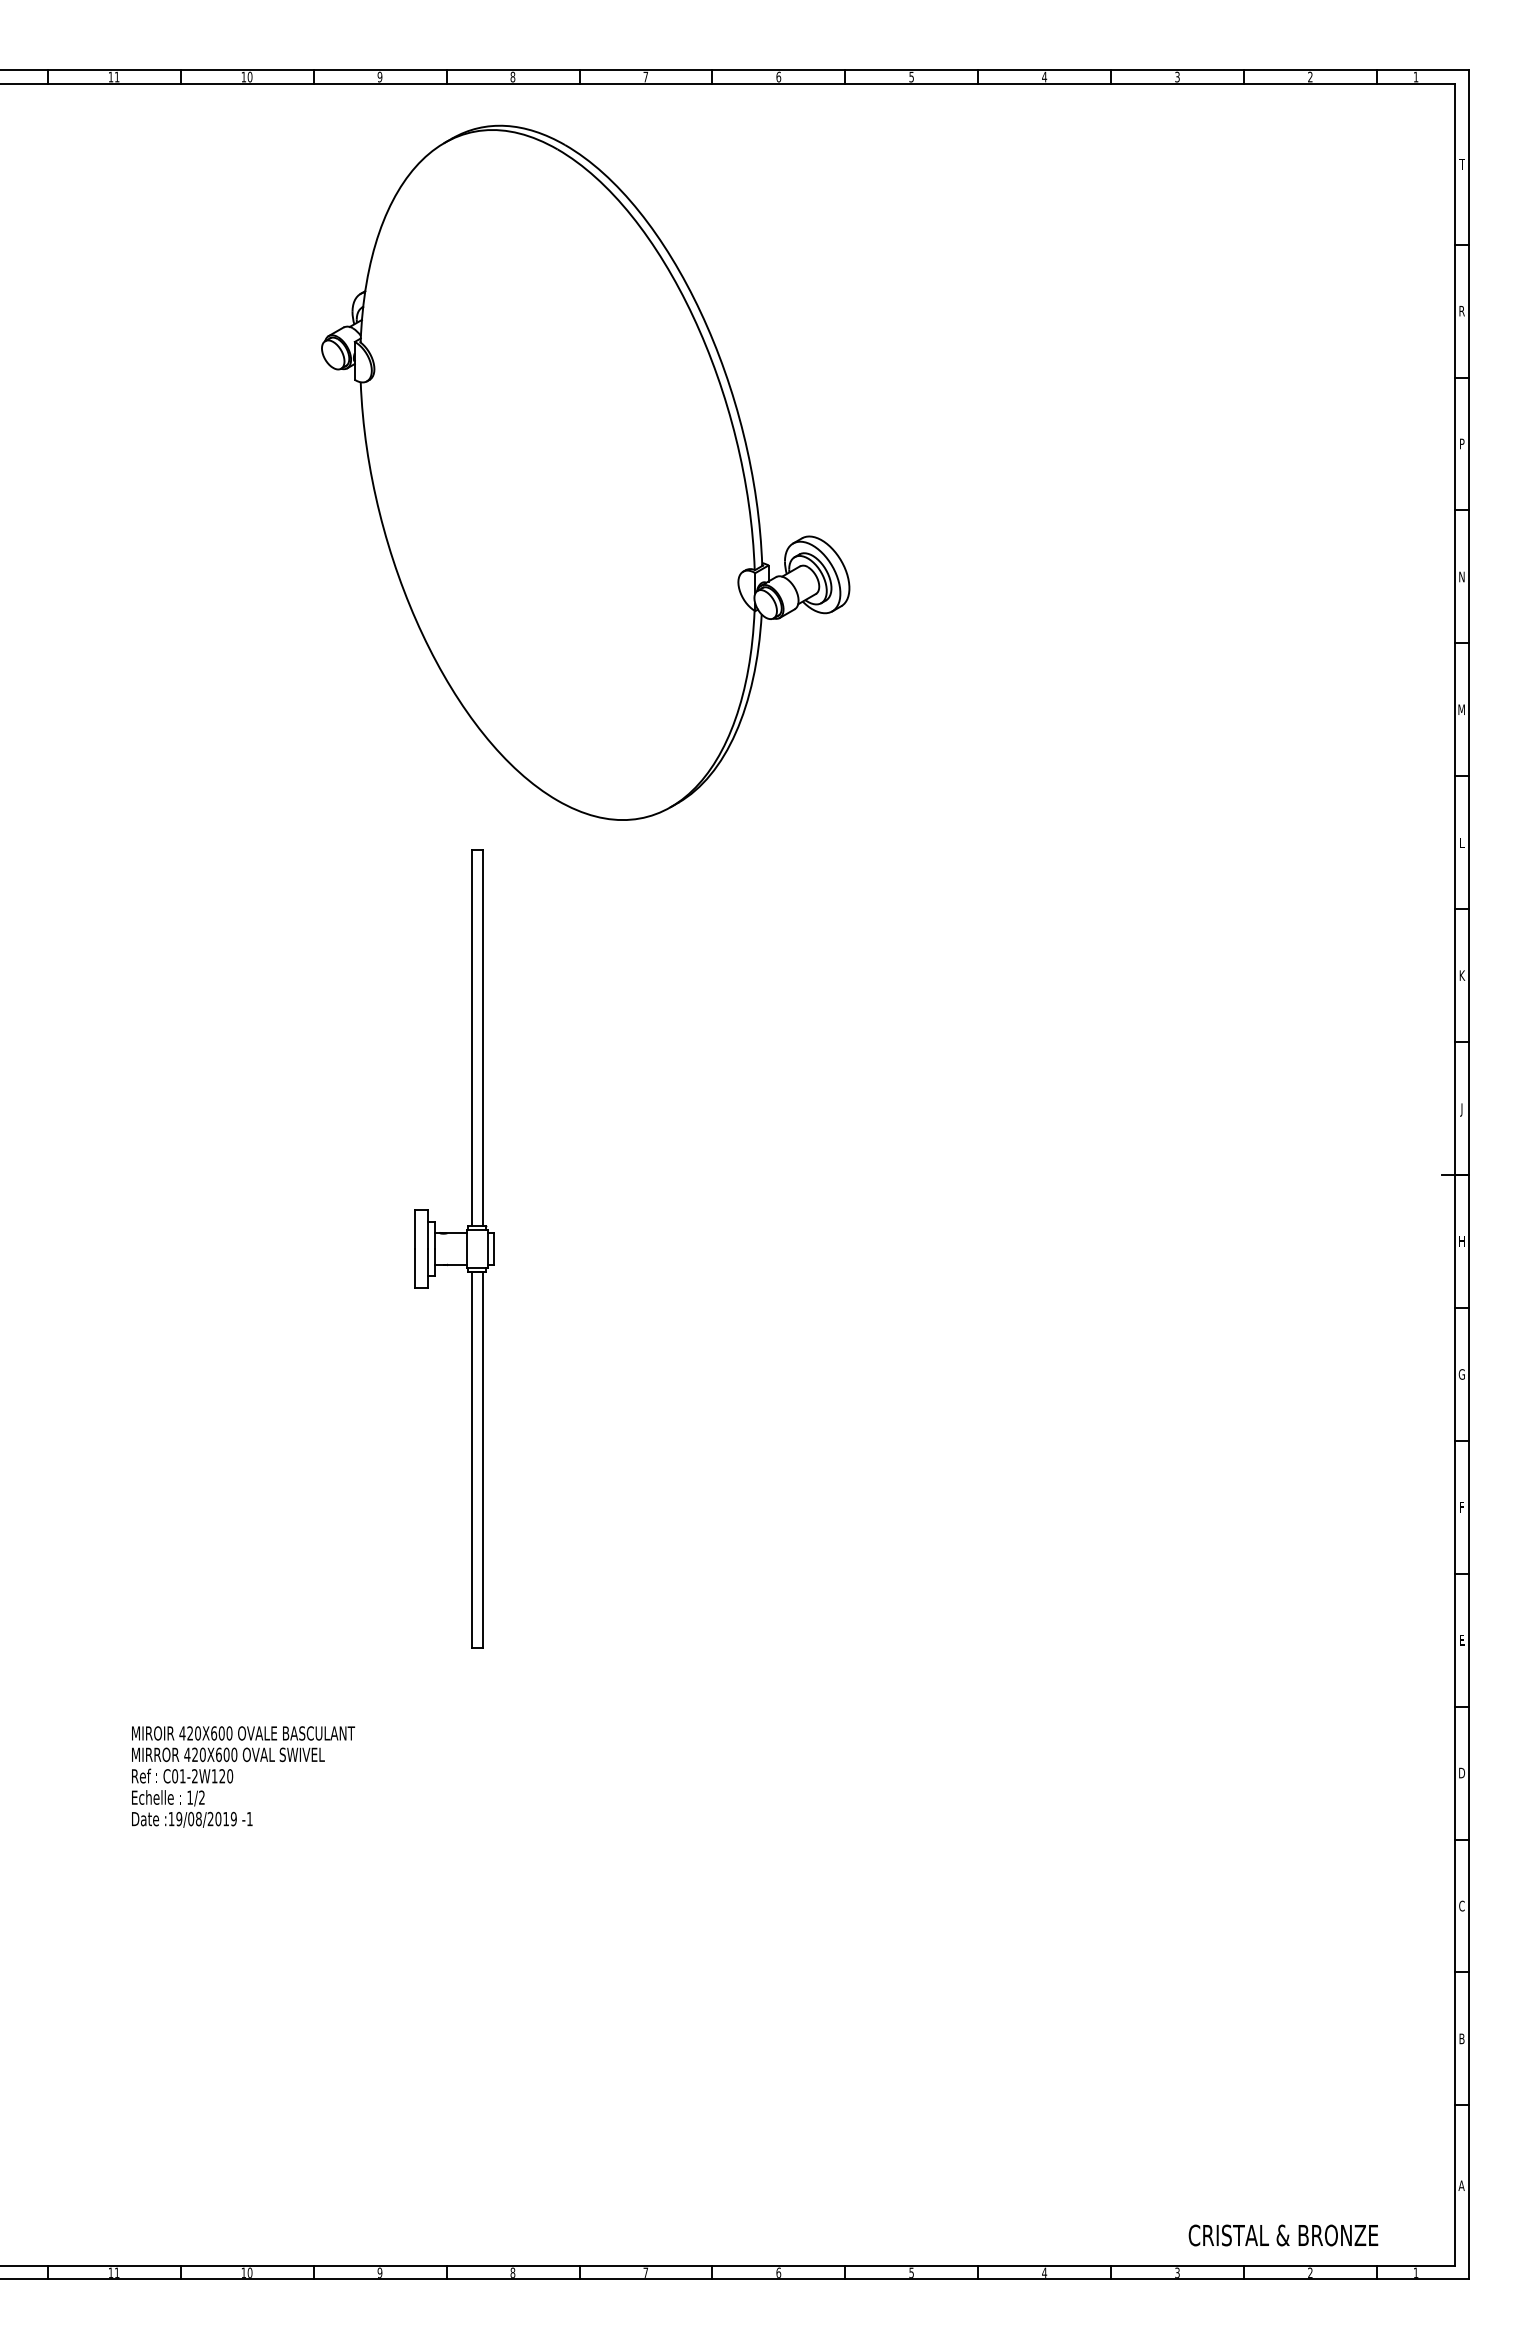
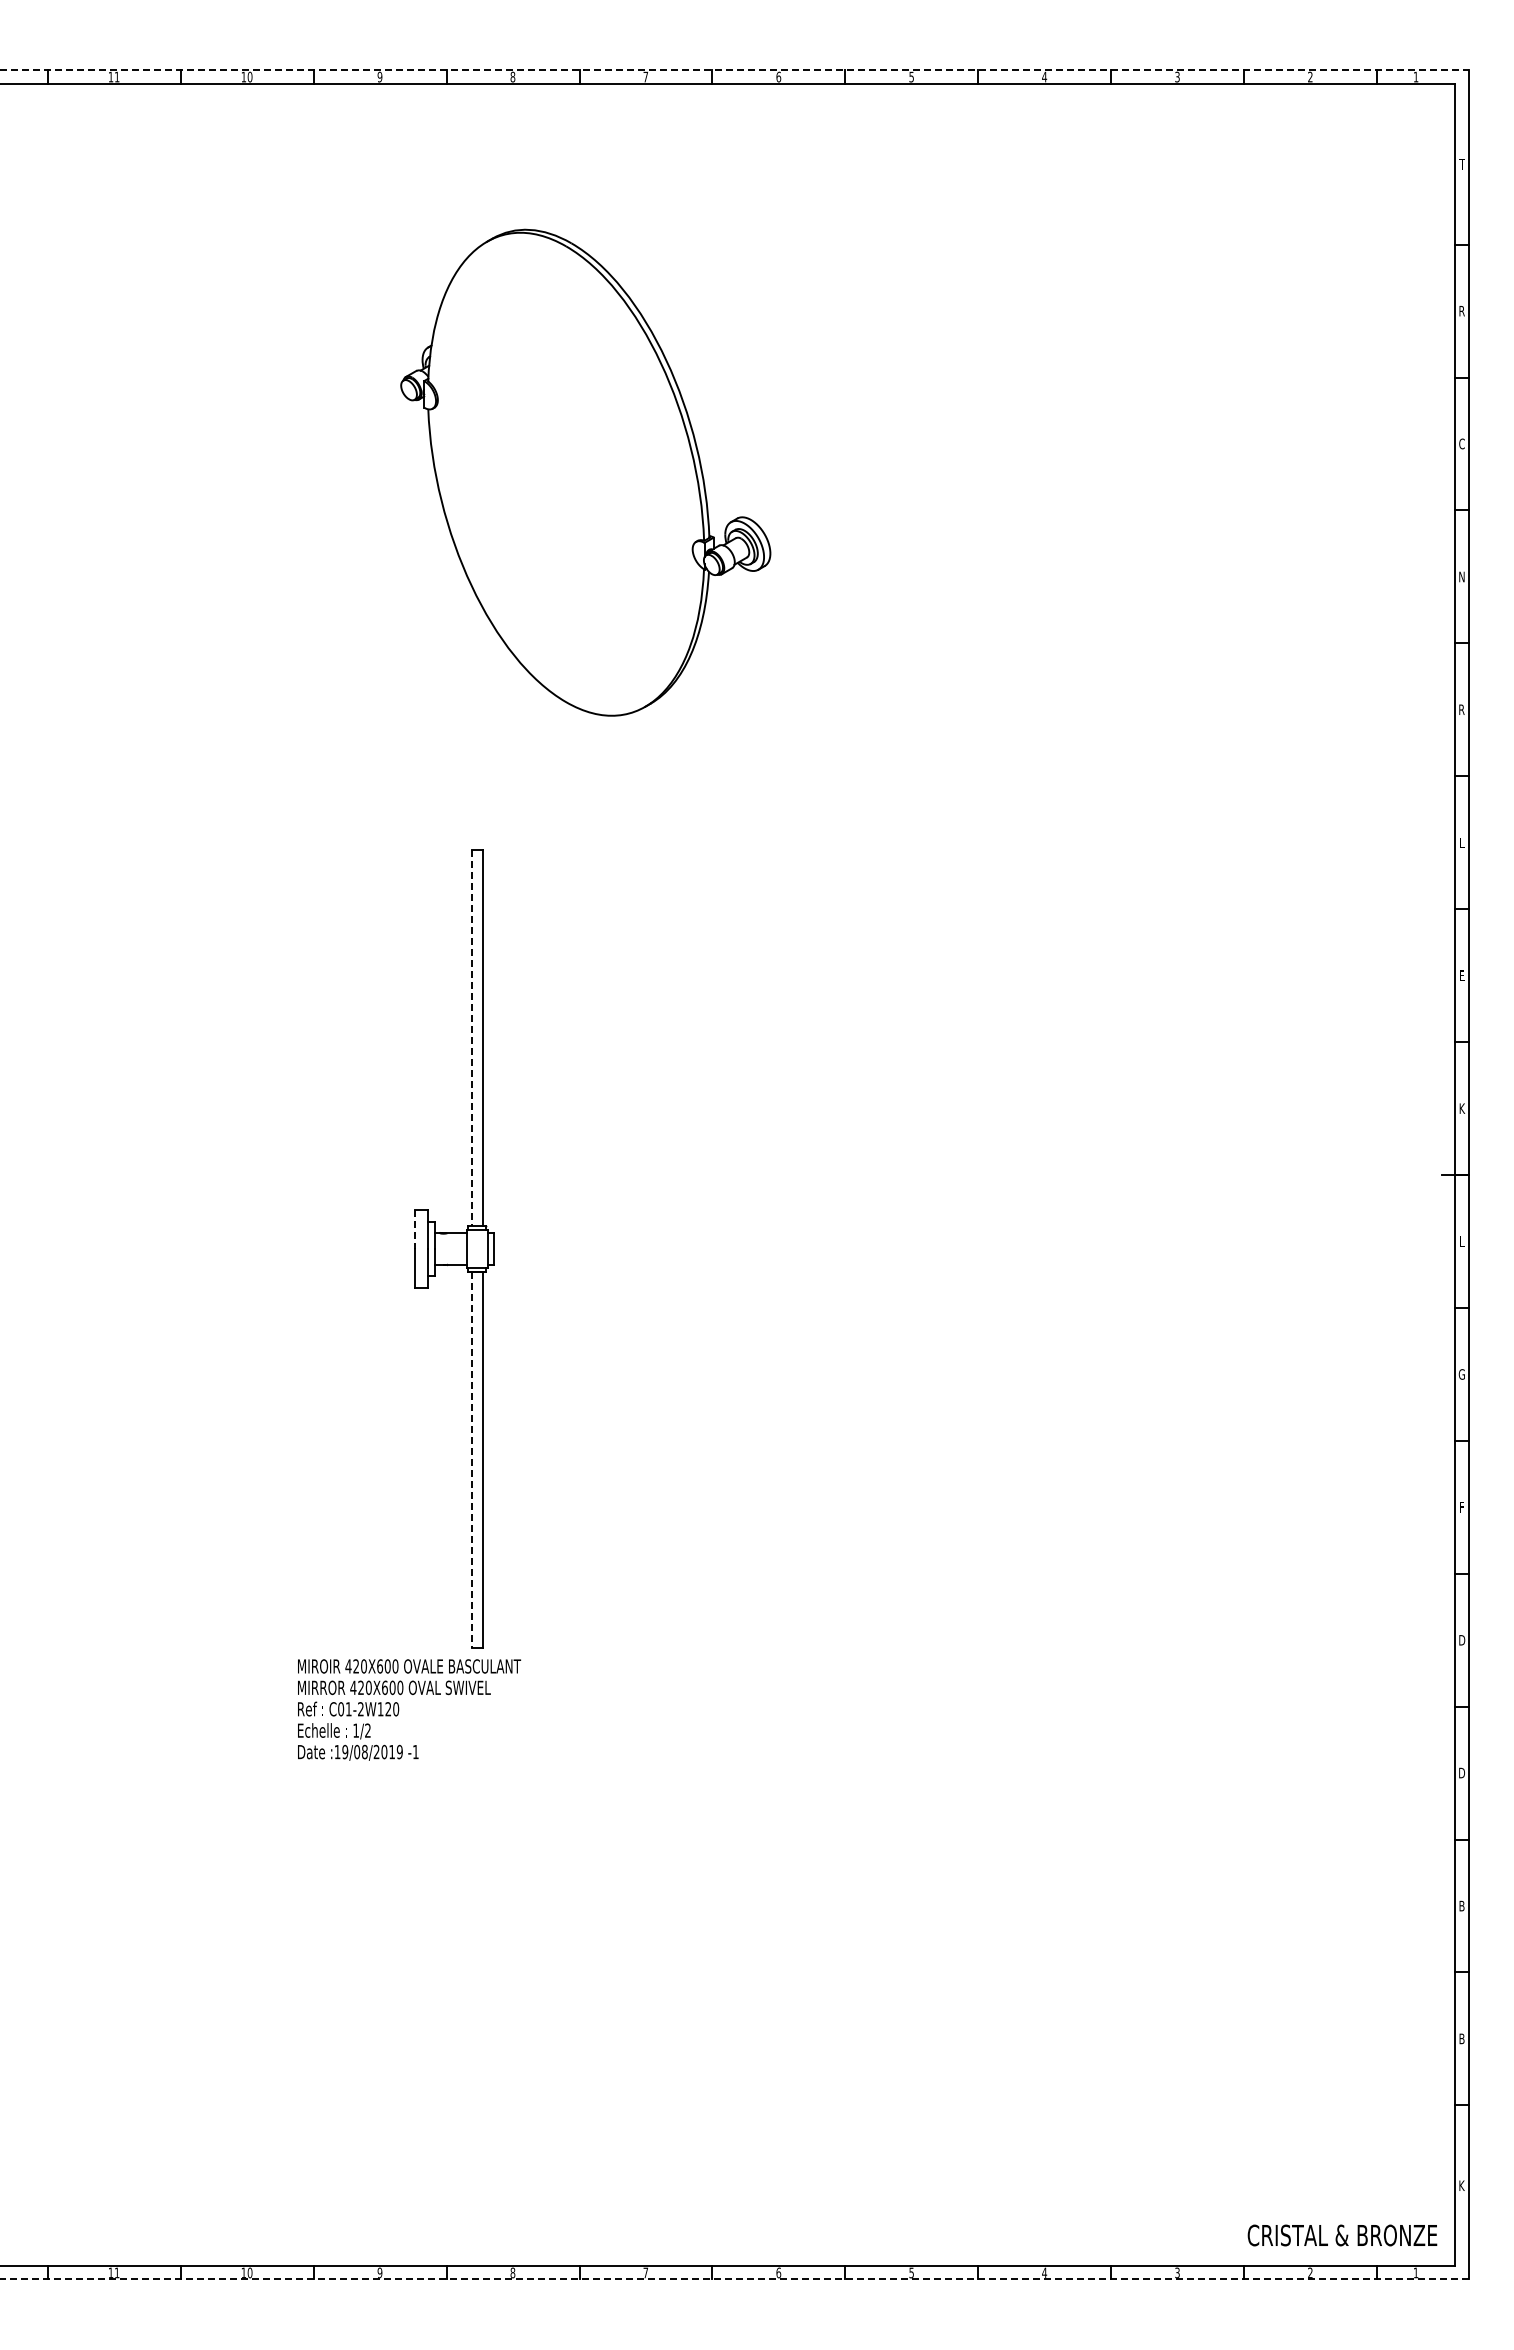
line at (734, 70): solid -> dashed
text at (1461, 443): P -> C
part at (585, 472) size: 530x697 px -> 372x489 px
text at (1461, 709): M -> R
text at (1462, 975): K -> E
line at (472, 1038): solid -> dashed
text at (1462, 1109): J -> K
line at (415, 1229): solid -> dashed
text at (1461, 1241): H -> L
line at (472, 1460): solid -> dashed
text at (1462, 1640): E -> D
text at (243, 1776) position: (243, 1776) -> (409, 1709)
text at (1461, 1905): C -> B
text at (1461, 2185): A -> K
text at (1283, 2235) position: (1283, 2235) -> (1342, 2235)
line at (734, 2279): solid -> dashed
